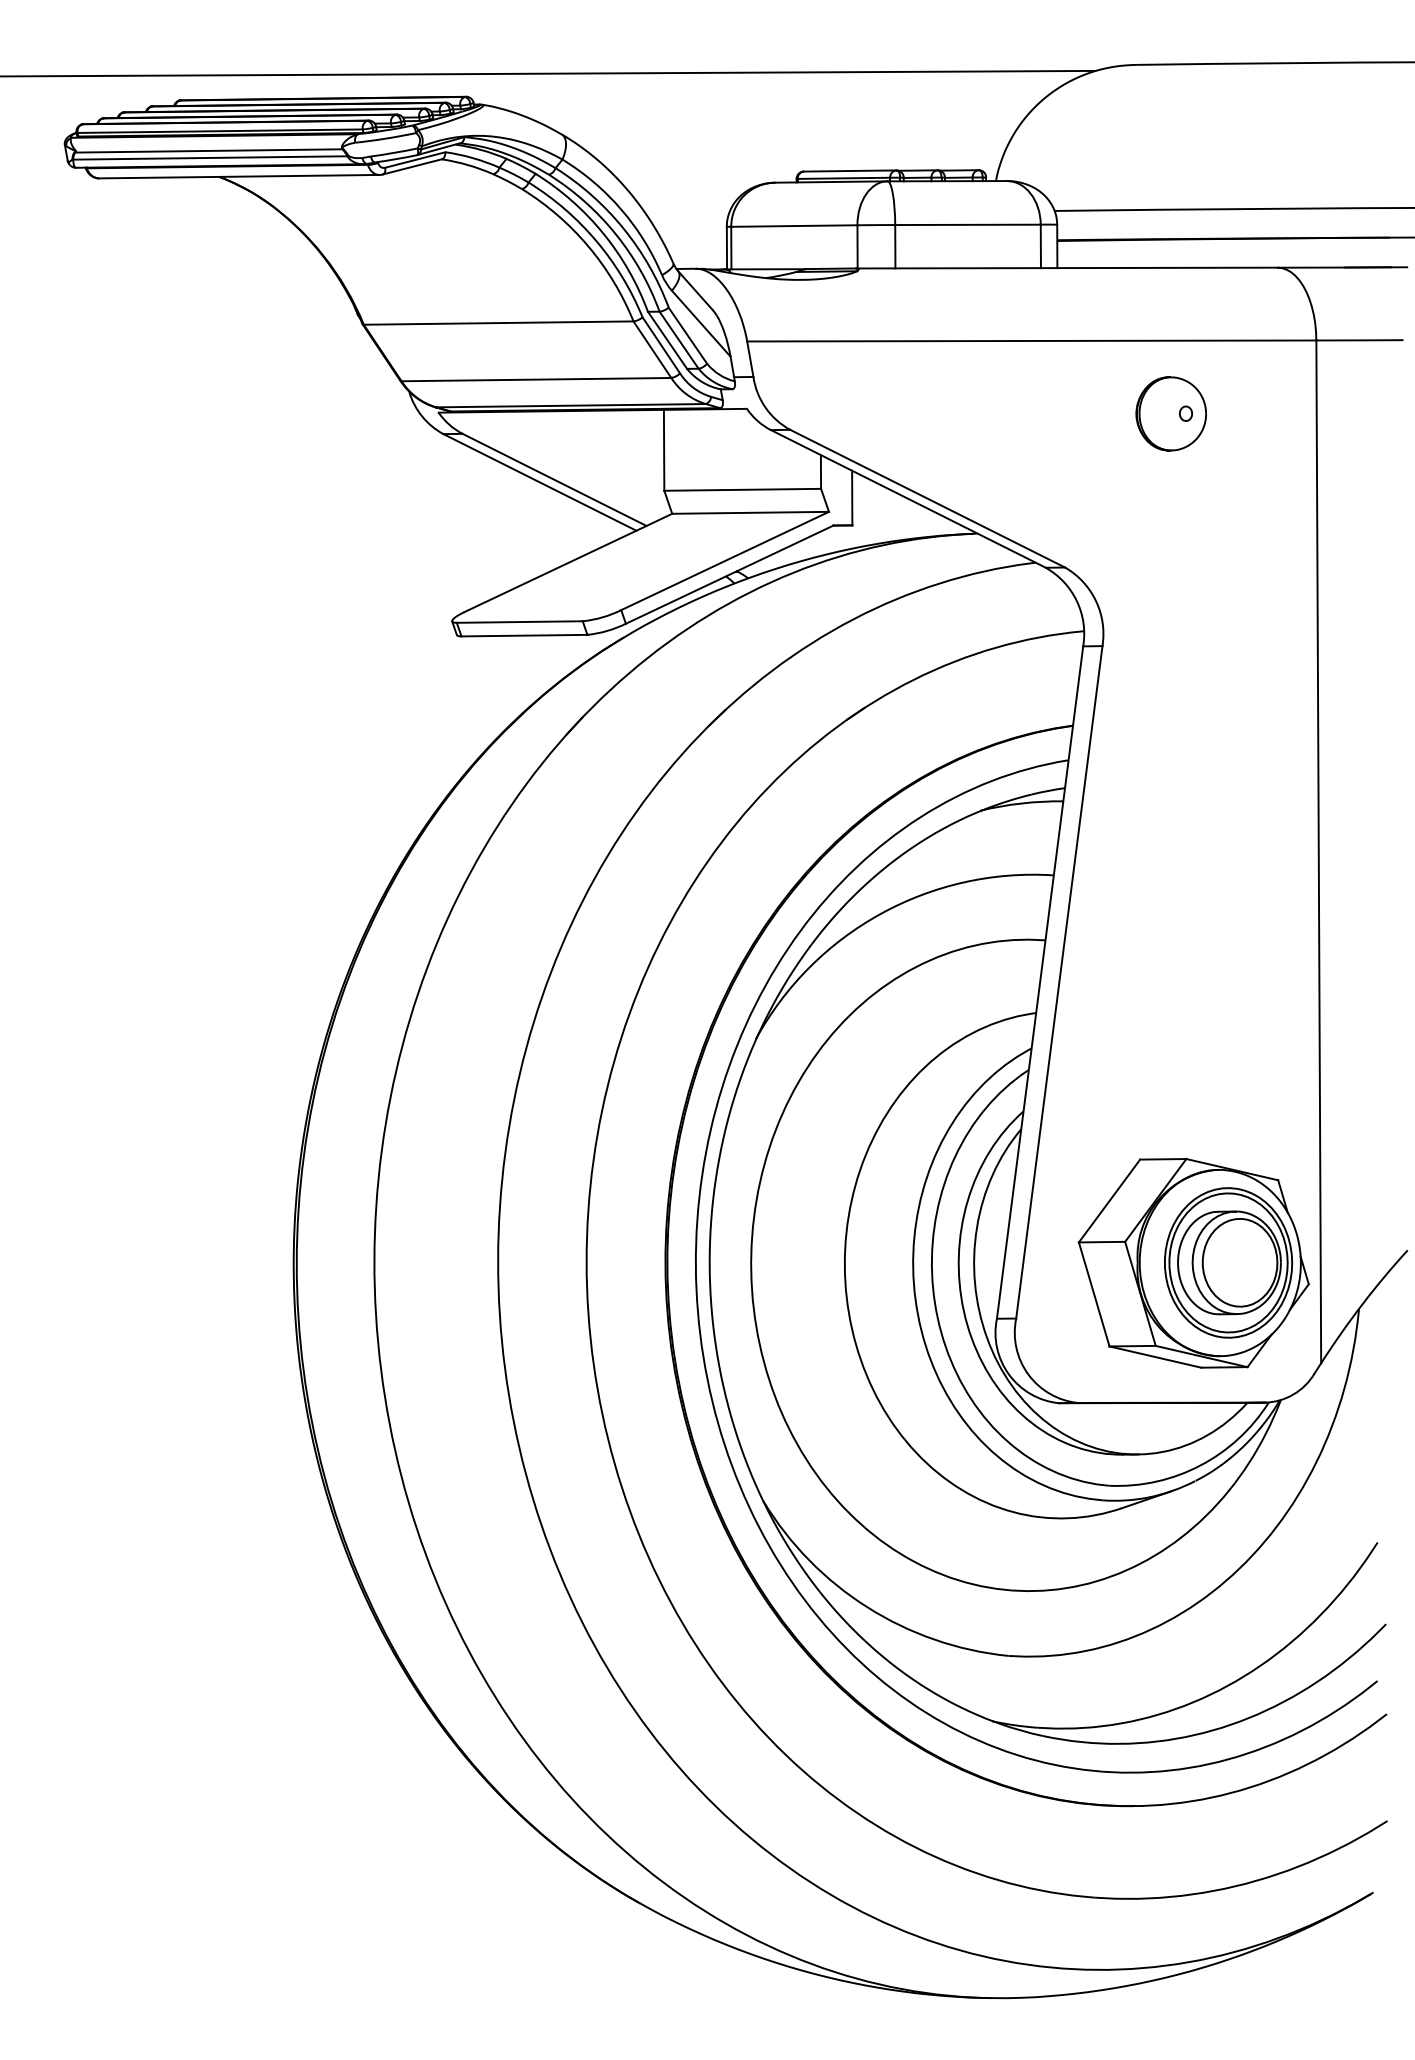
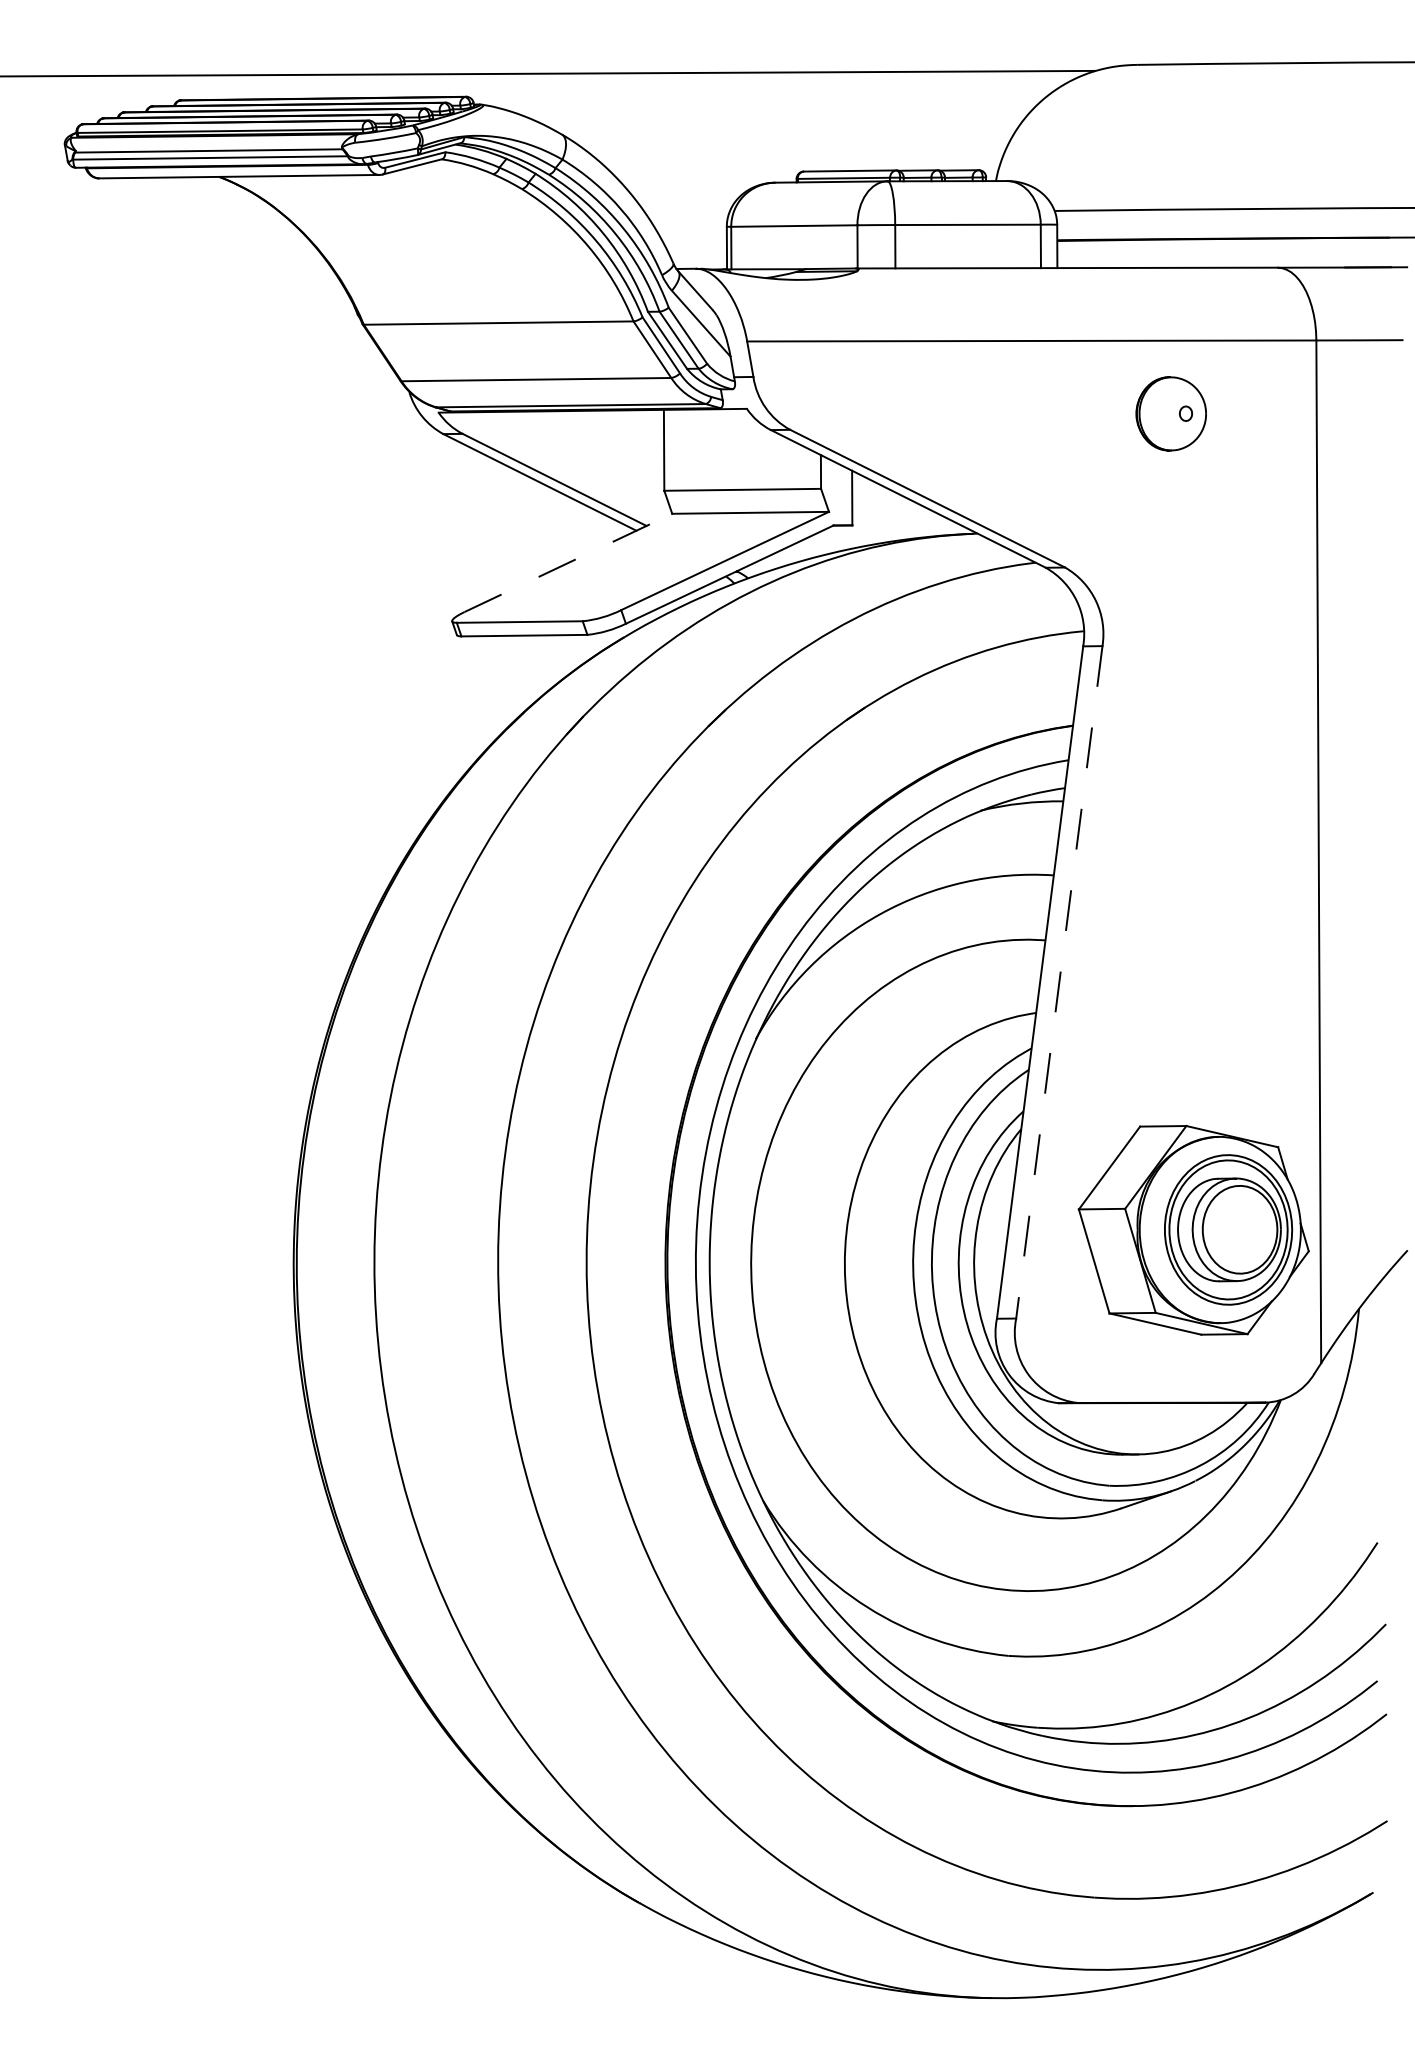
line at (568, 562): solid -> dashed
line at (1059, 982): solid -> dashed
part at (1193, 1263) position: (1193, 1263) -> (1193, 1230)
